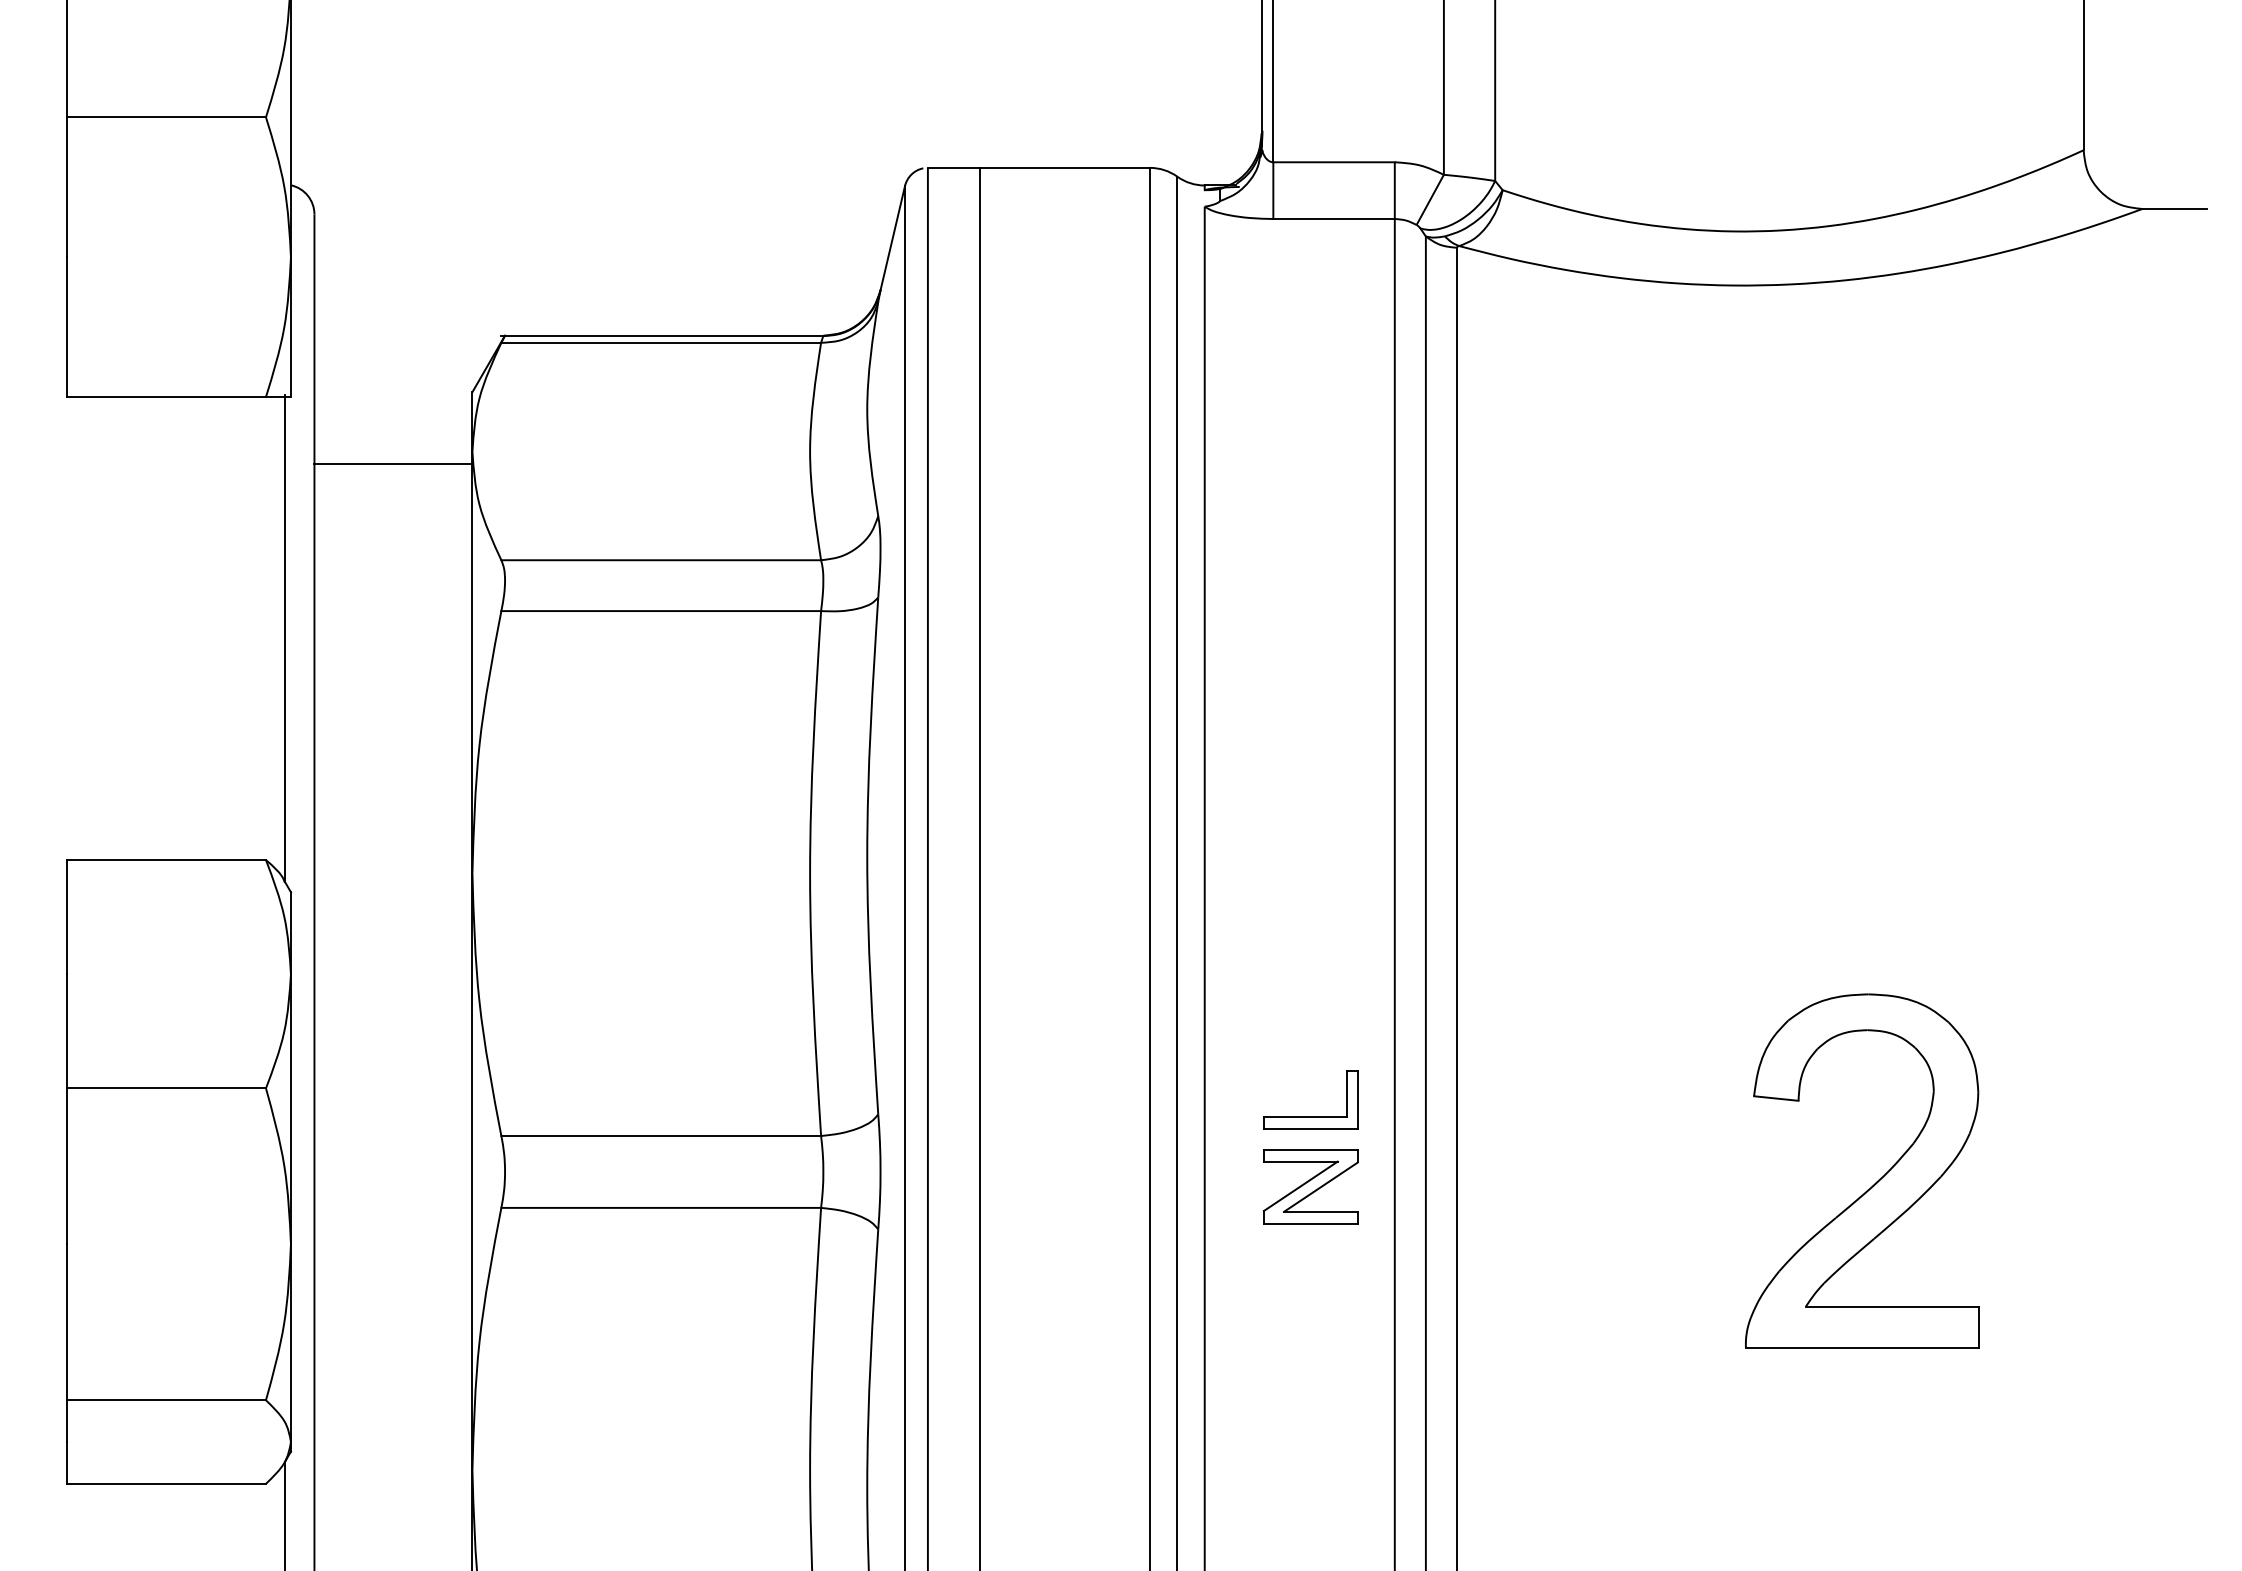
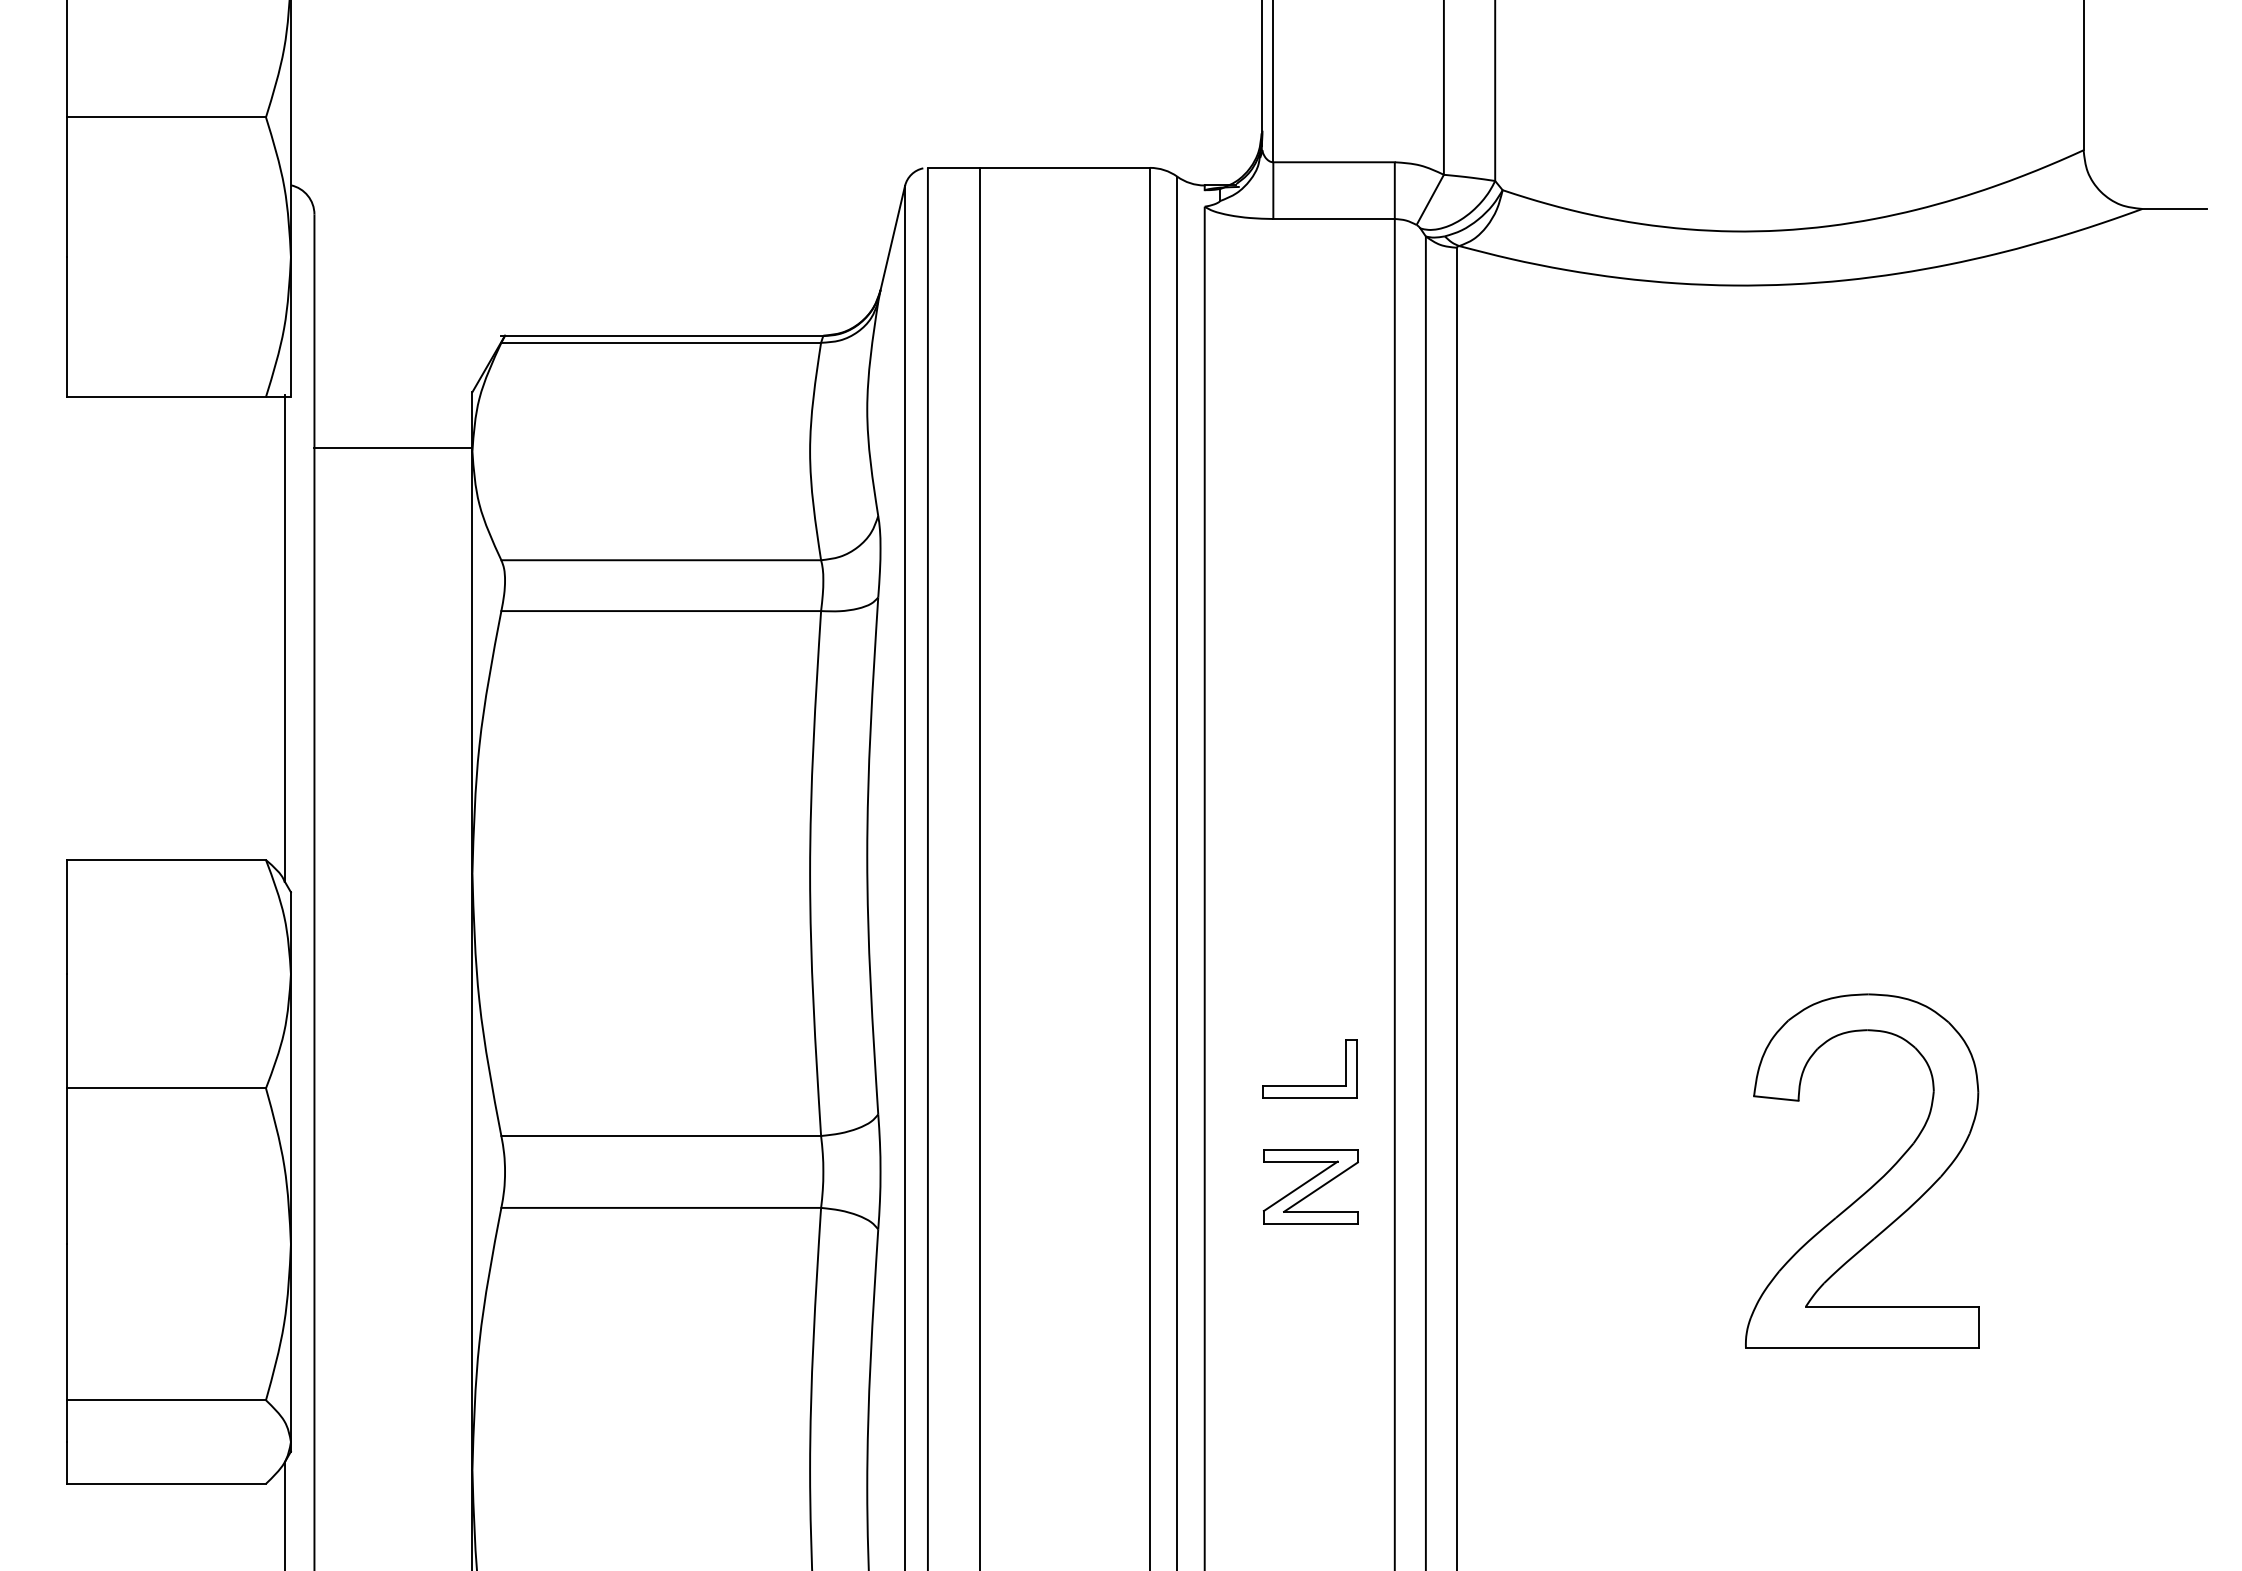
line at (393, 463) position: (393, 463) -> (393, 447)
part at (1310, 1116) position: (1310, 1116) -> (1309, 1085)
